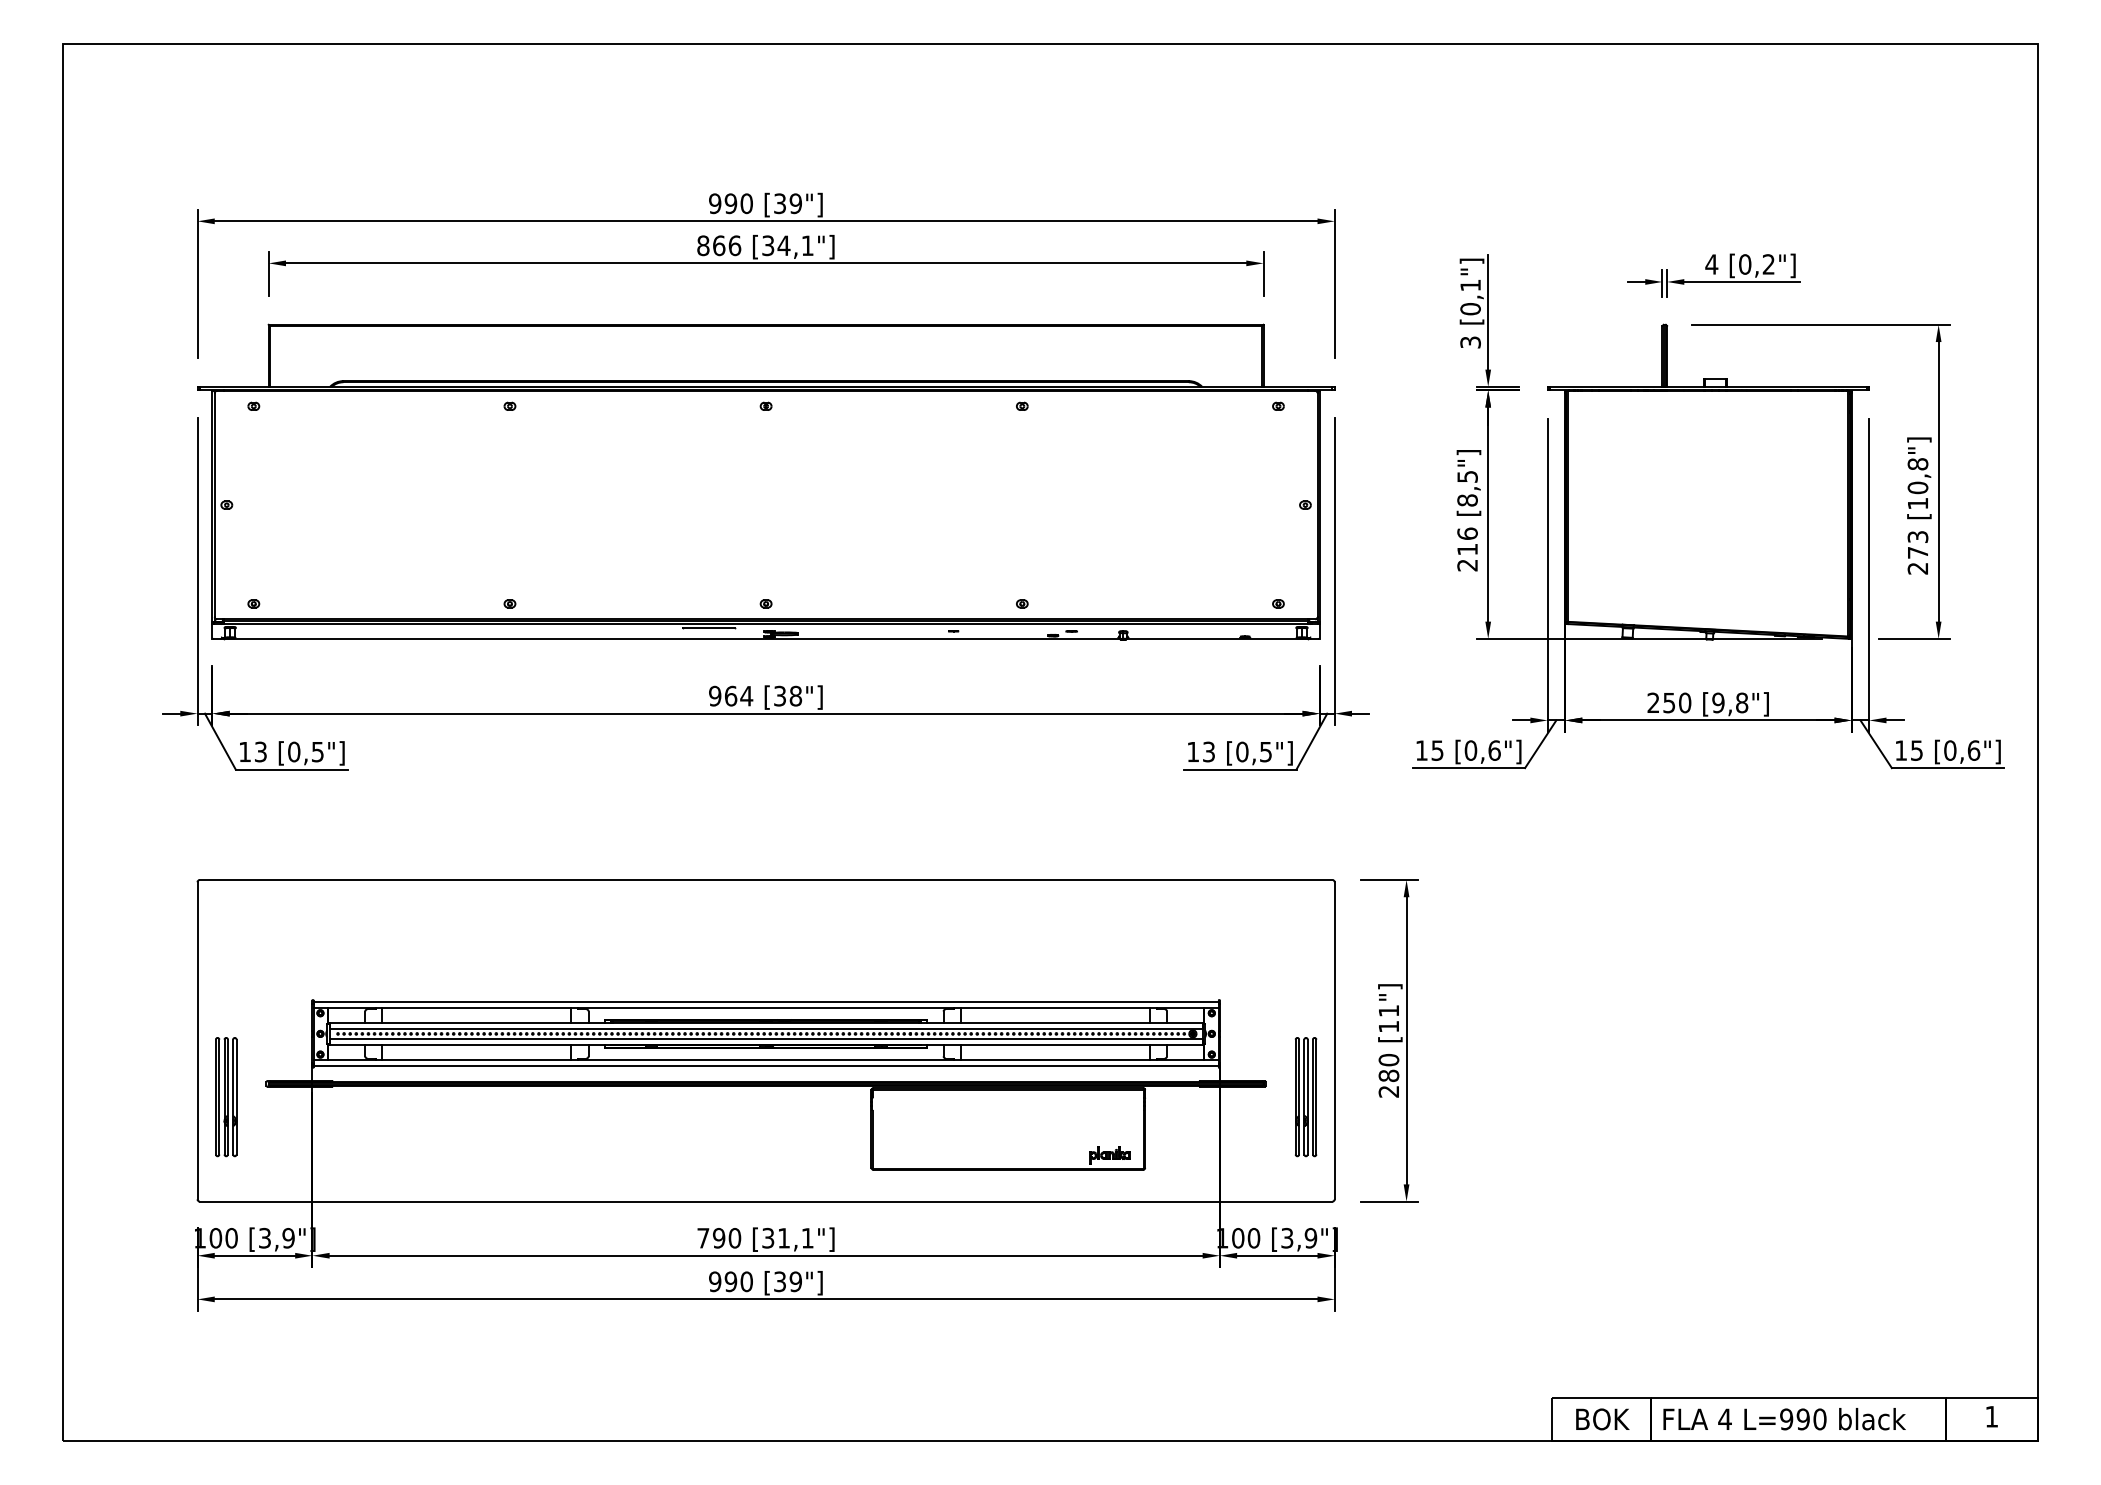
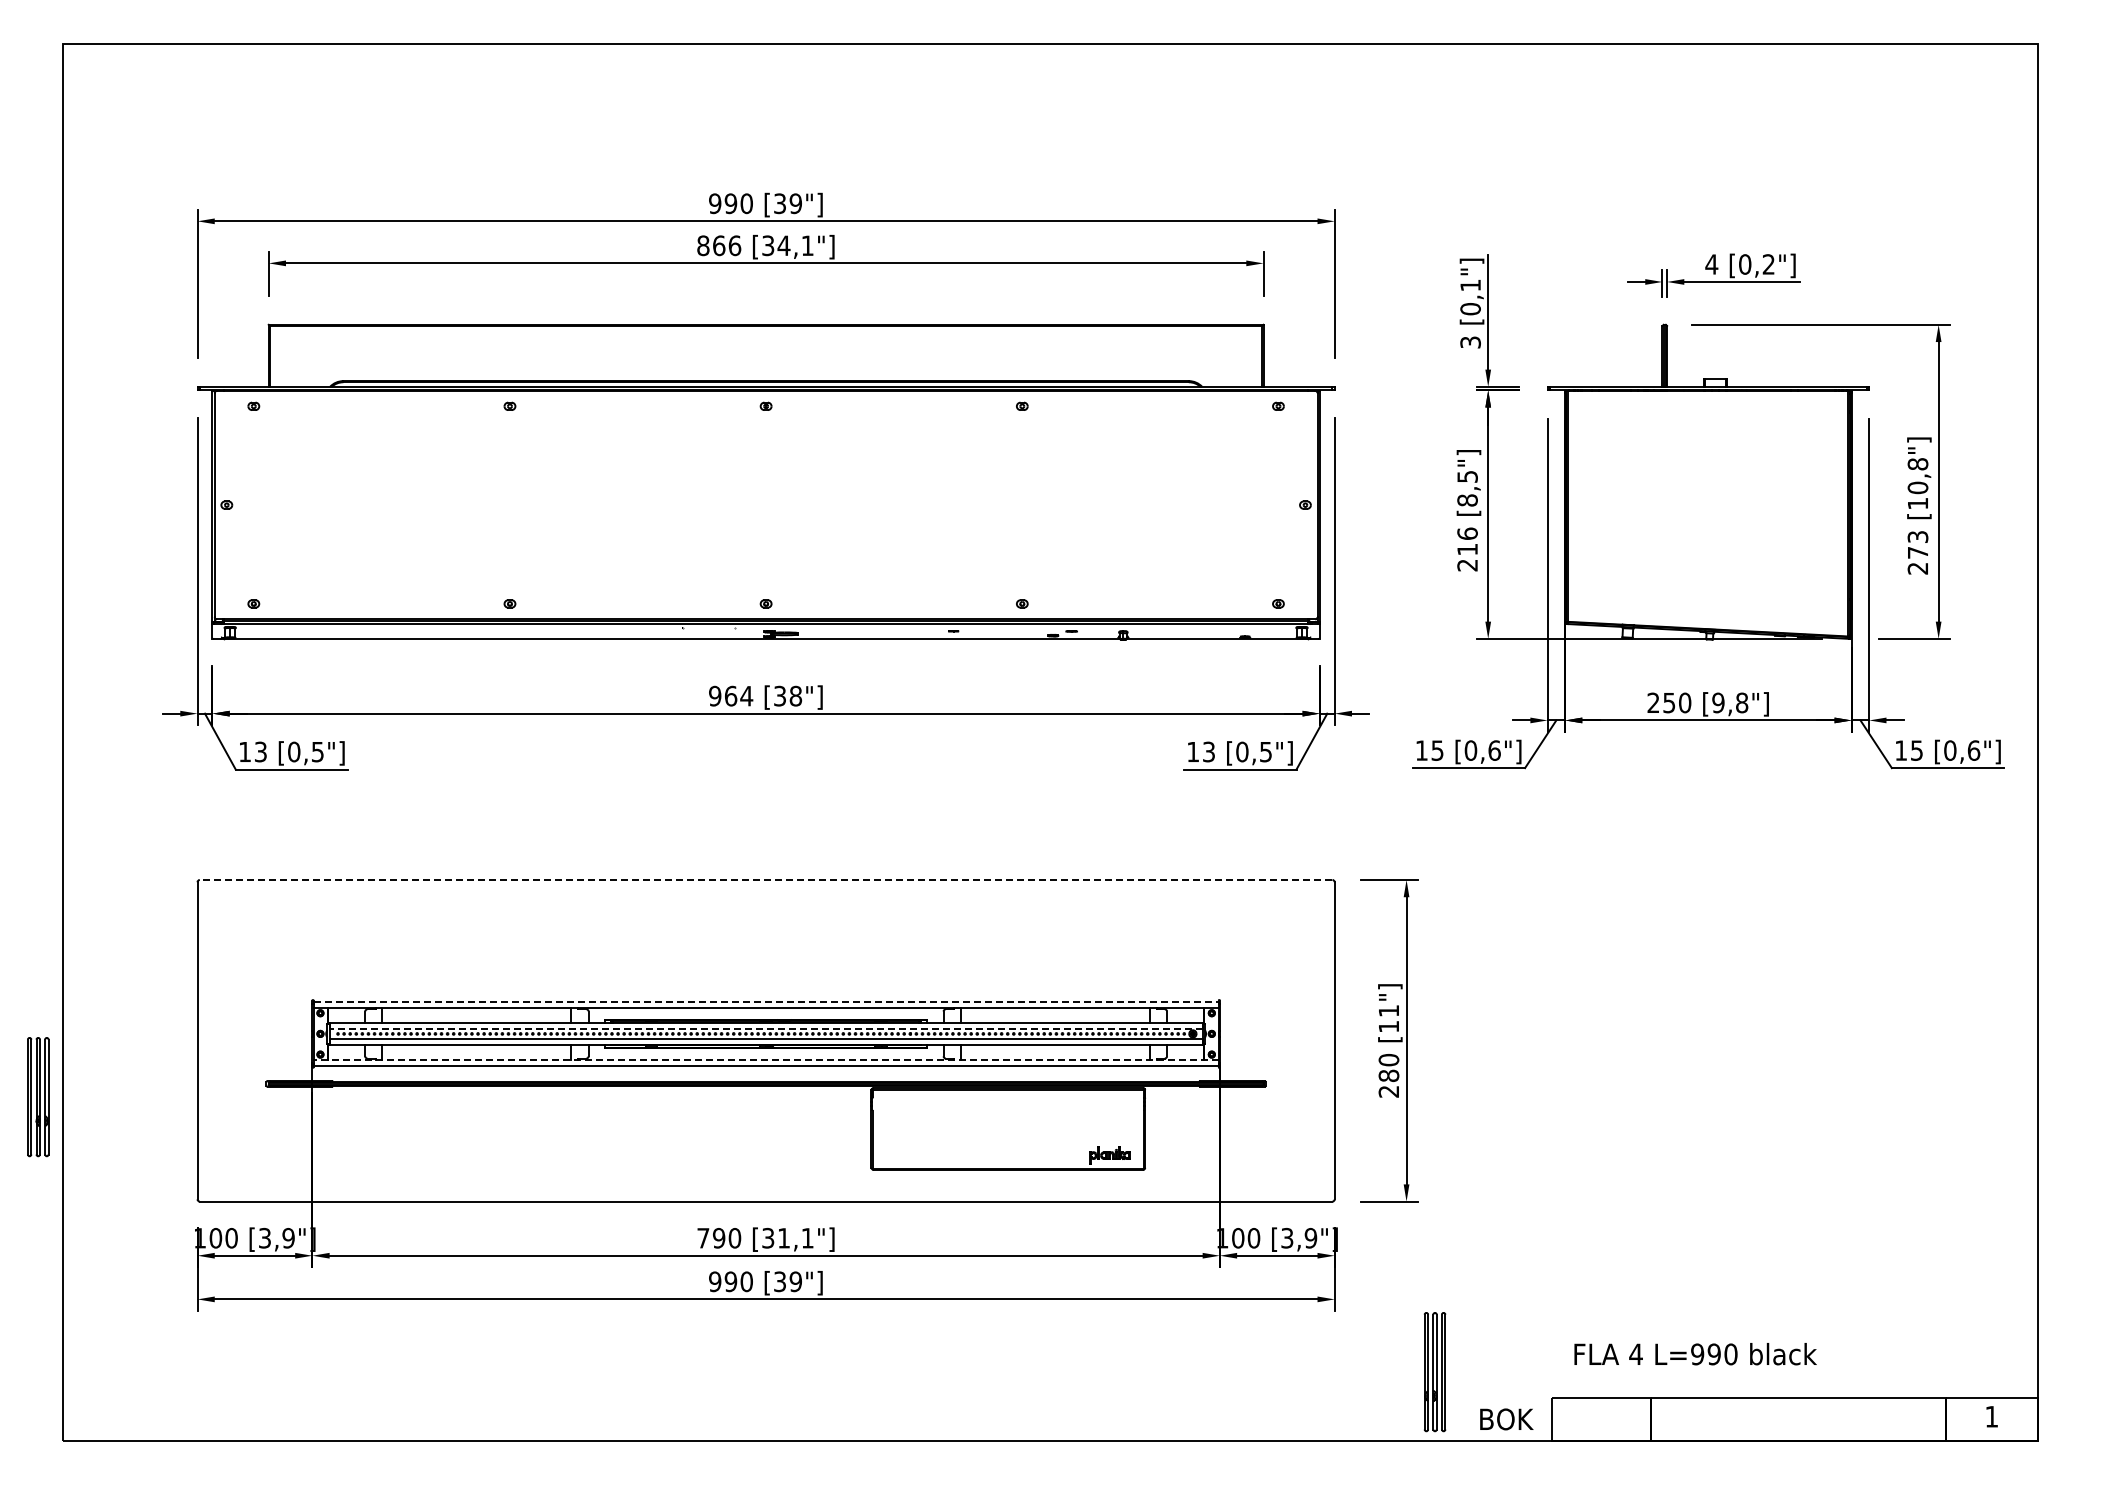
line at (708, 627): present -> none
line at (765, 880): solid -> dashed
line at (766, 1001): solid -> dashed
line at (766, 1028): solid -> dashed
line at (766, 1060): solid -> dashed
part at (226, 1097) position: (226, 1097) -> (38, 1097)
part at (1306, 1097) position: (1306, 1097) -> (1435, 1372)
text at (1602, 1419) position: (1602, 1419) -> (1506, 1419)
text at (1784, 1419) position: (1784, 1419) -> (1695, 1354)
